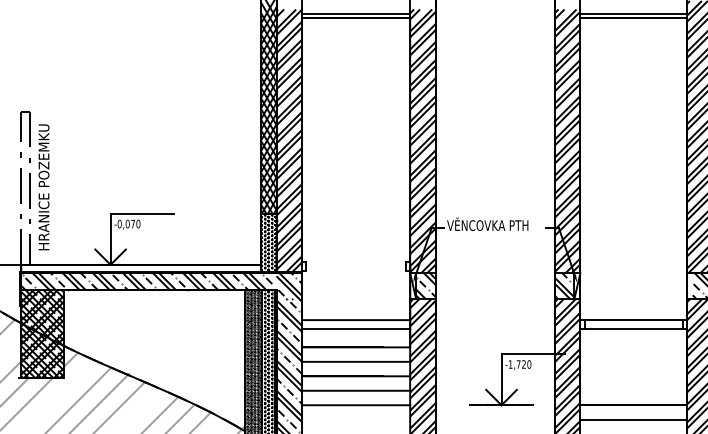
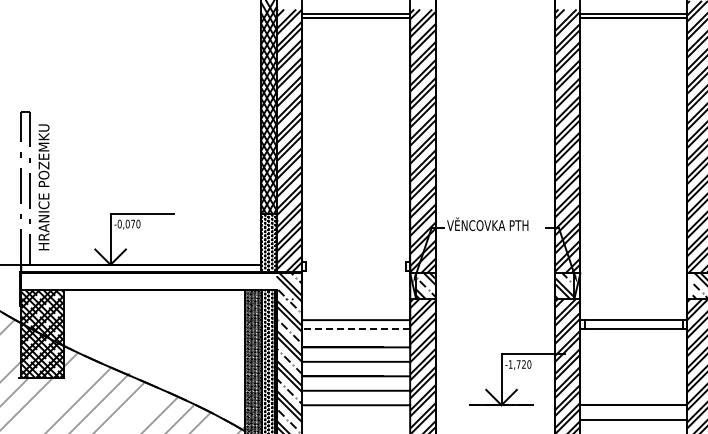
hatch at (146, 281): present -> none
line at (355, 328): solid -> dashed
